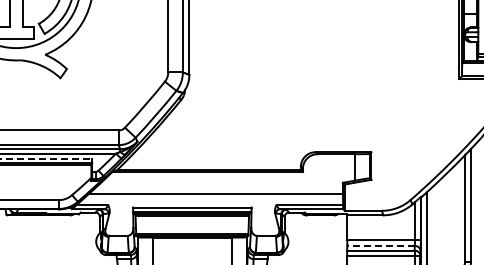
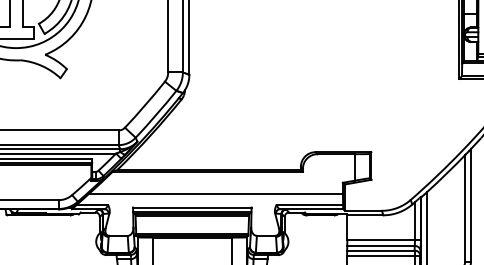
line at (46, 158): dashed -> solid
line at (381, 245): dashed -> solid
